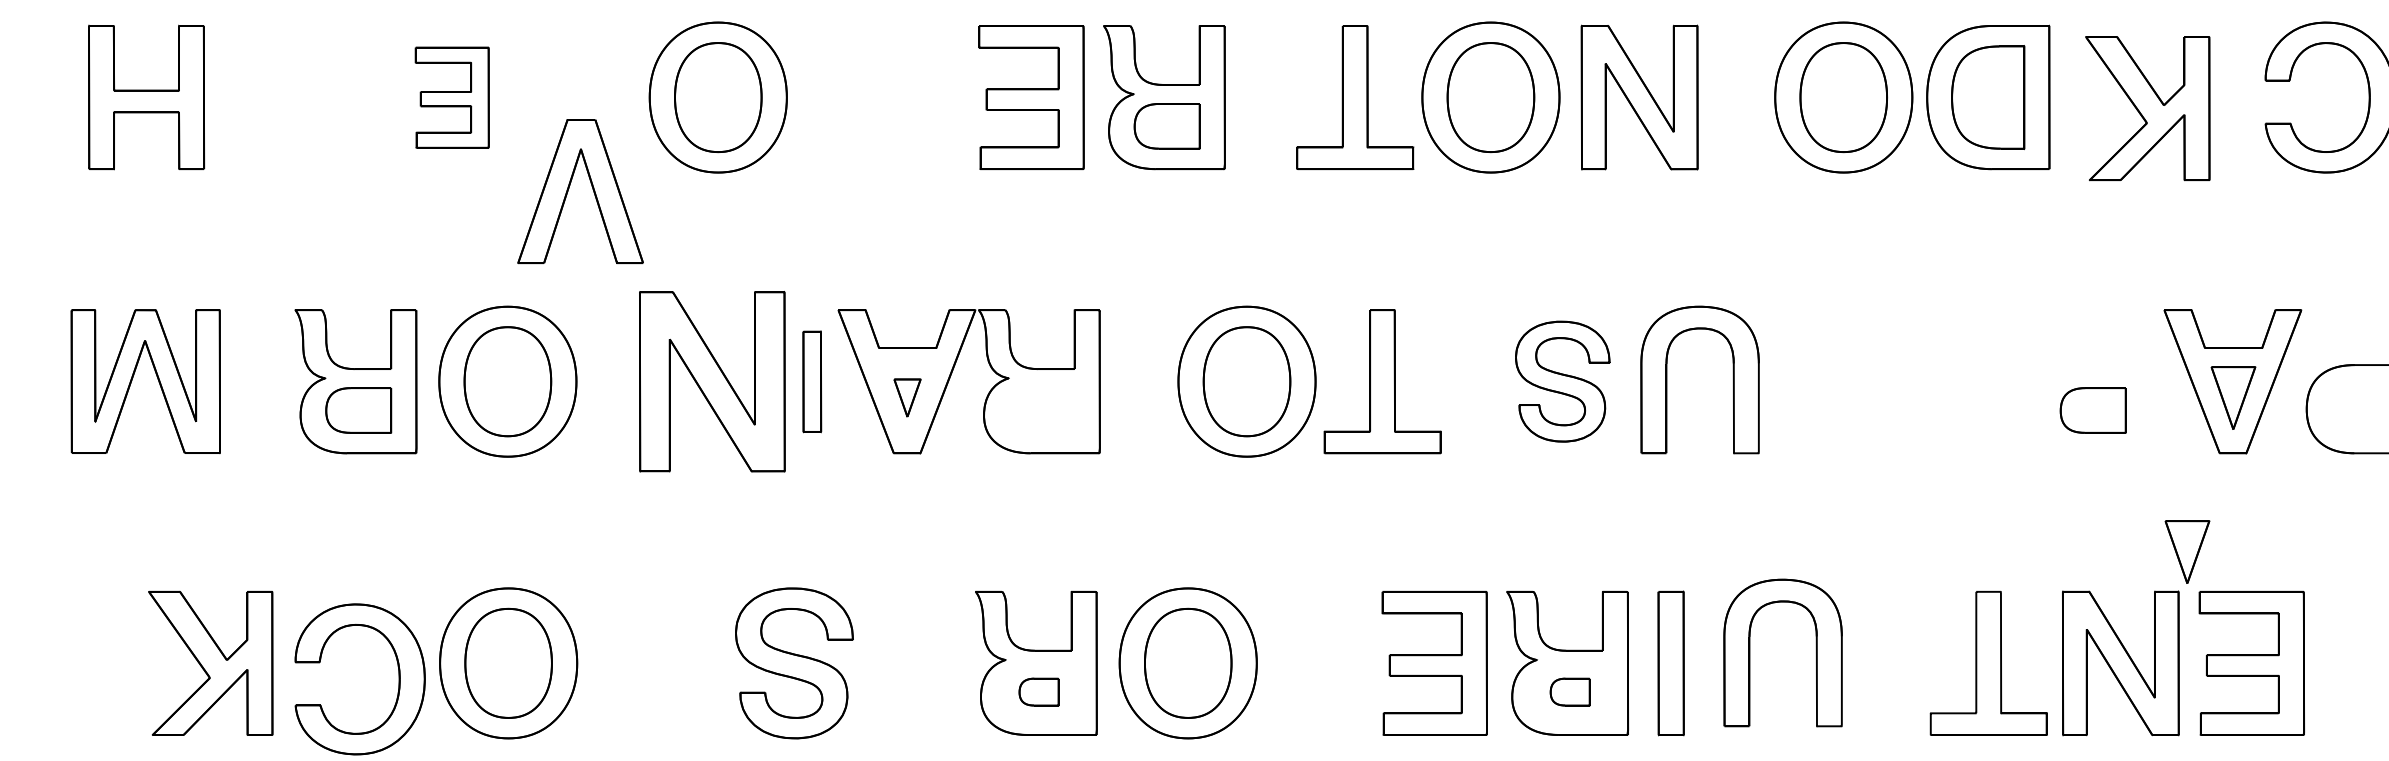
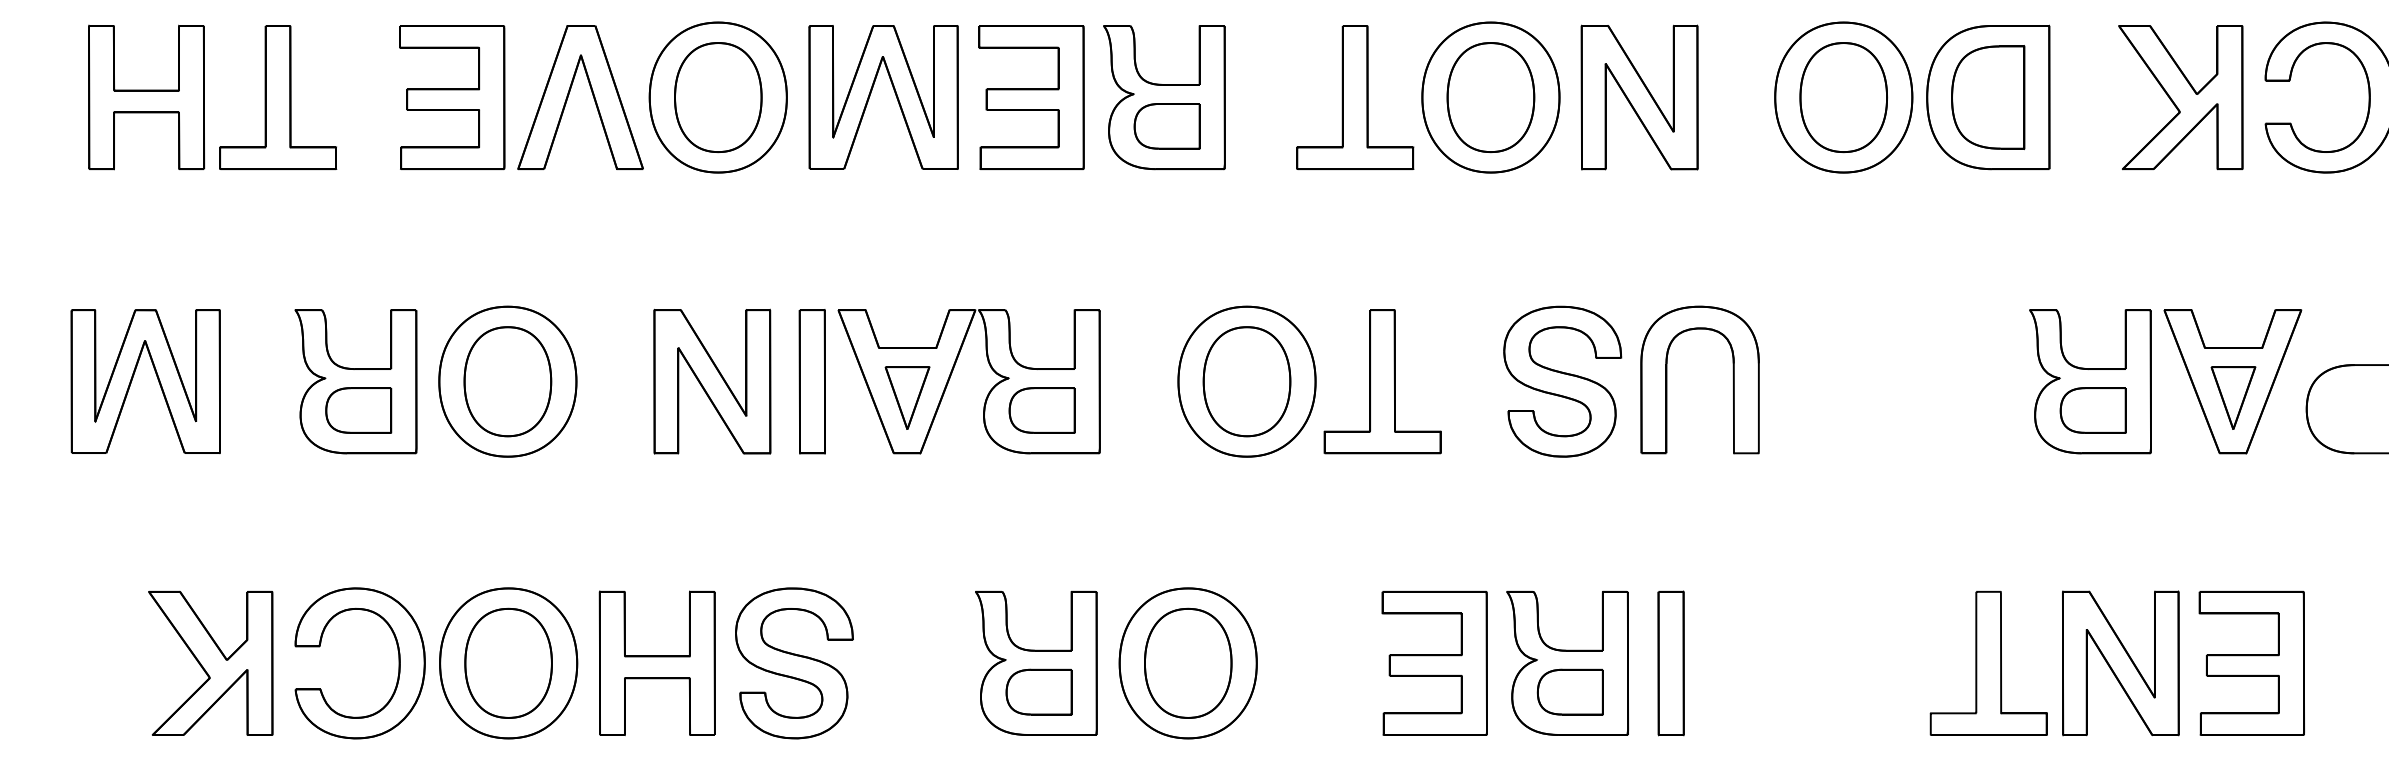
part at (894, 93): none -> present
part at (278, 97): none -> present
part at (451, 97) size: 76x103 px -> 107x146 px
part at (2147, 108) position: (2147, 108) -> (2180, 97)
part at (569, 188) position: (569, 188) -> (569, 94)
part at (712, 381) size: 147x182 px -> 119x147 px
part at (812, 381) size: 21x104 px -> 28x146 px
part at (1562, 381) size: 96x123 px -> 120x153 px
part at (2090, 381): none -> present
part at (907, 397) size: 29x40 px -> 47x64 px
part at (1041, 410): none -> present
part at (2187, 551): present -> none
part at (1750, 652): present -> none
part at (656, 662): none -> present
part at (398, 679) position: (398, 679) -> (398, 663)
part at (1038, 691) size: 42x30 px -> 68x48 px
part at (1569, 691) size: 42x30 px -> 68x48 px
